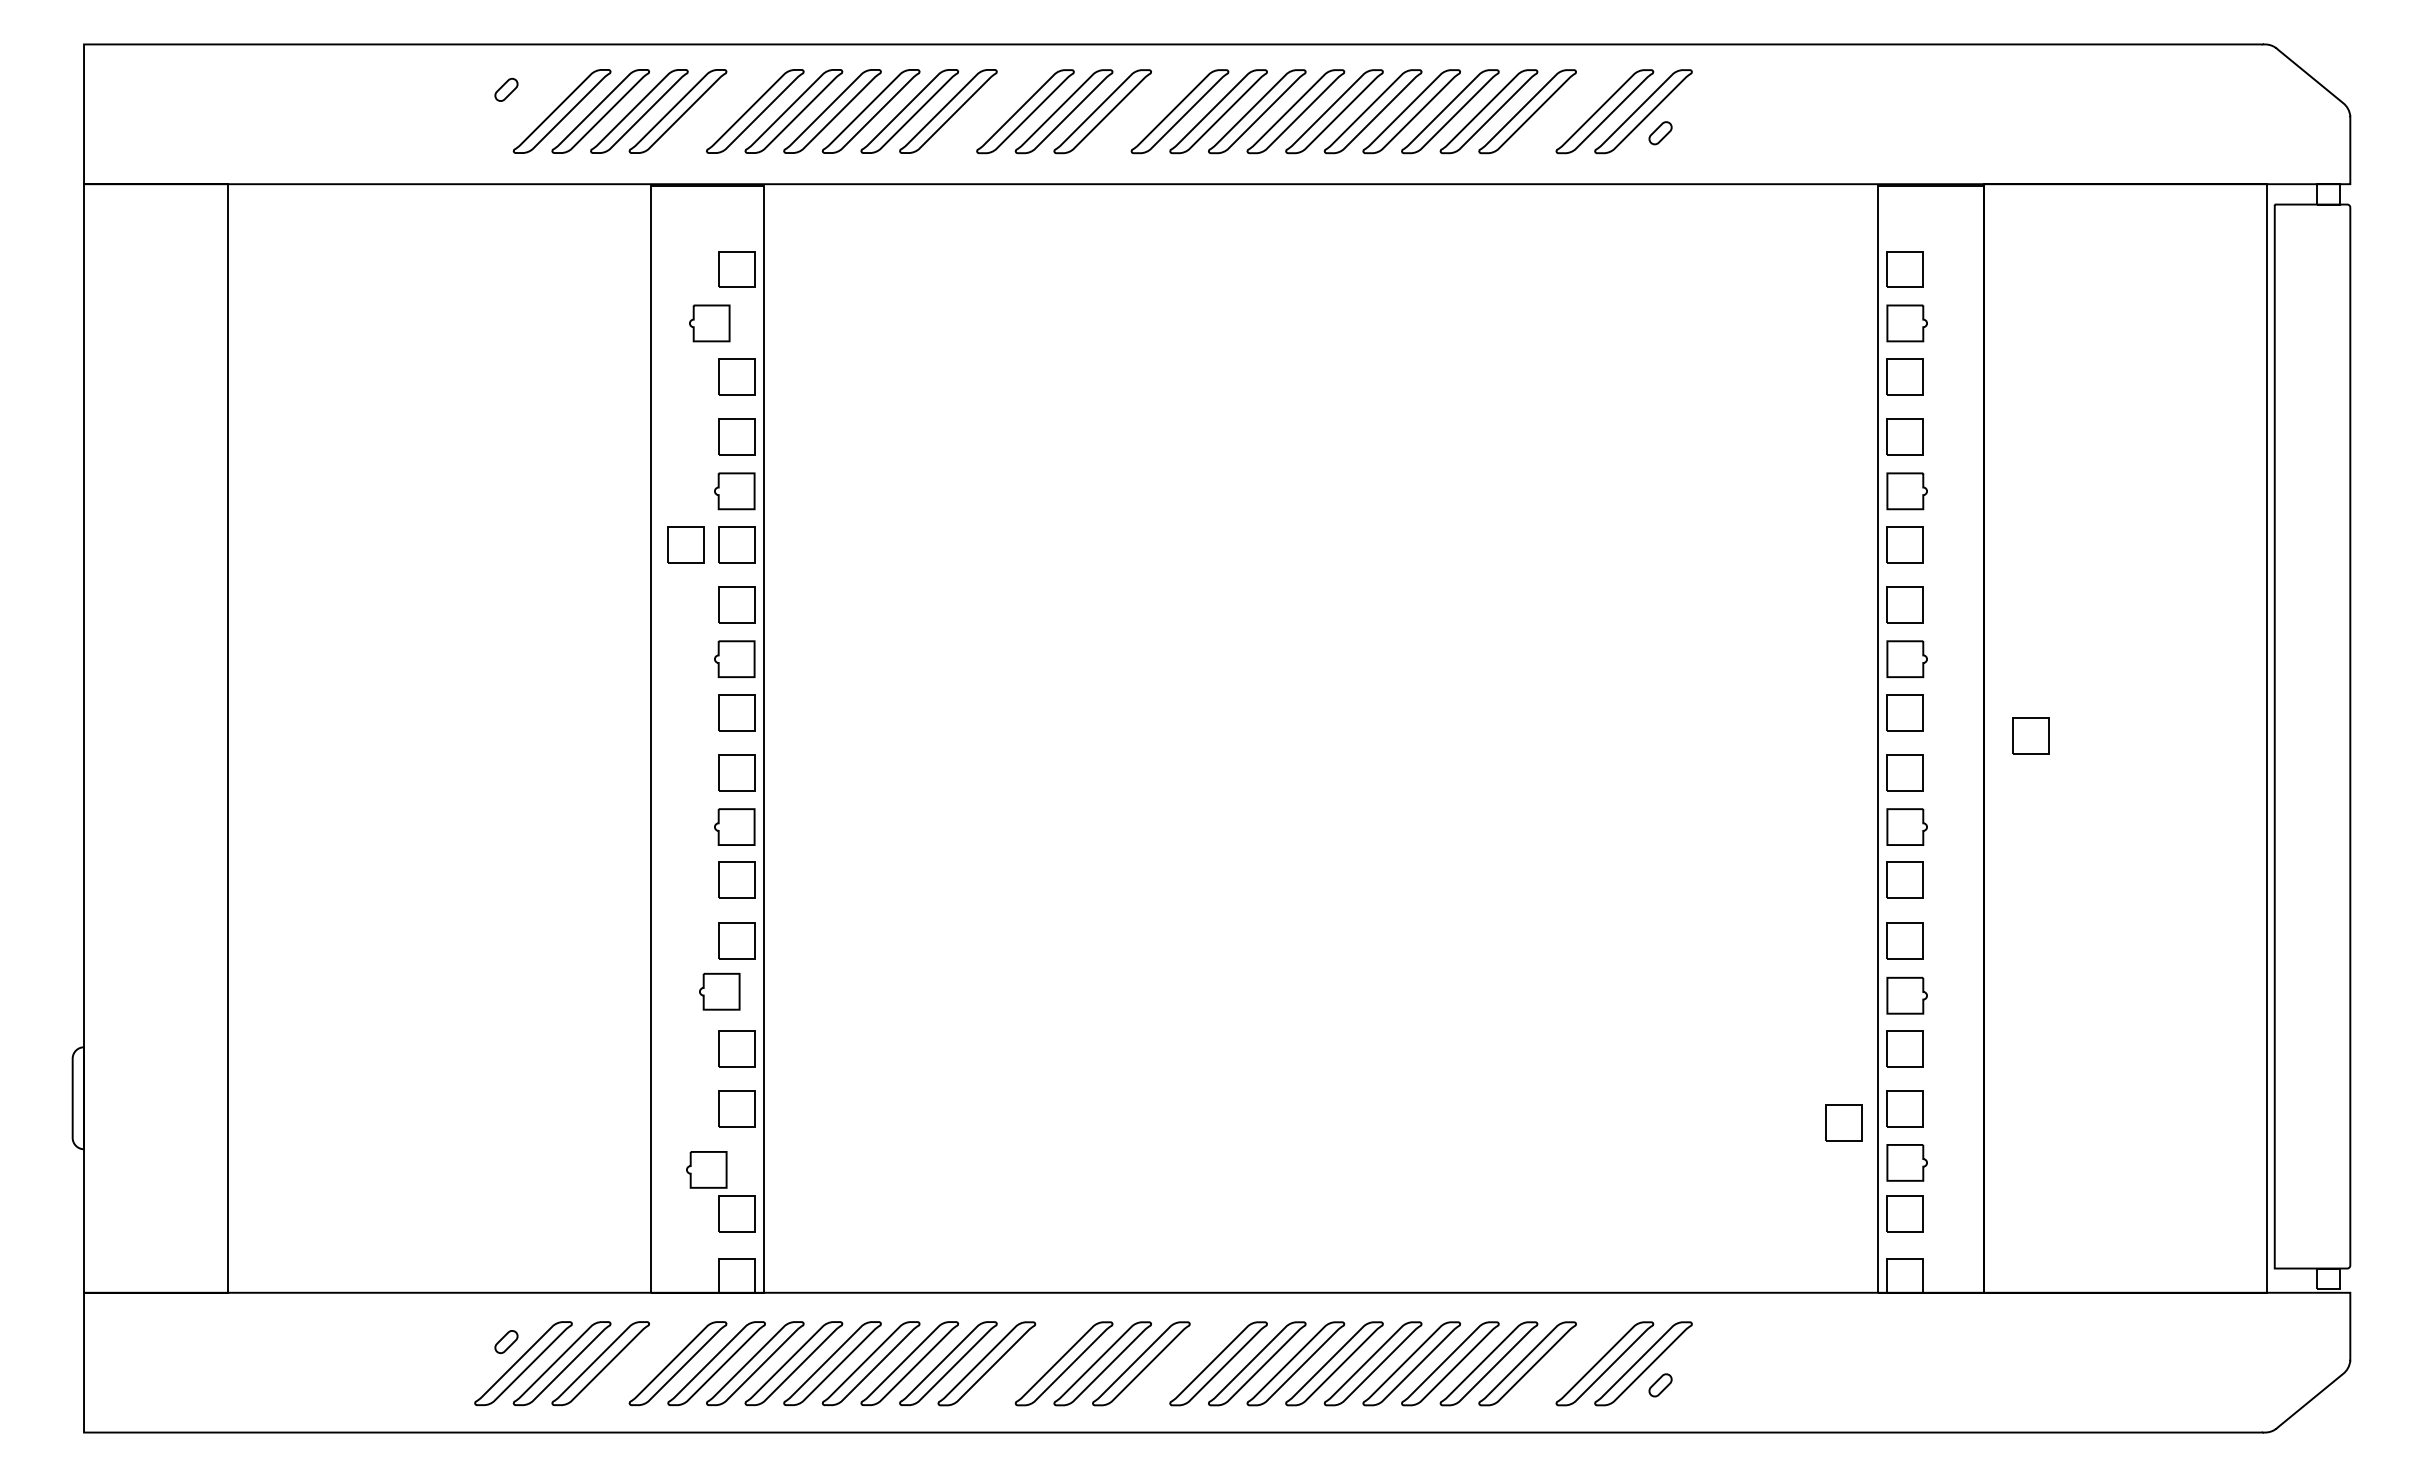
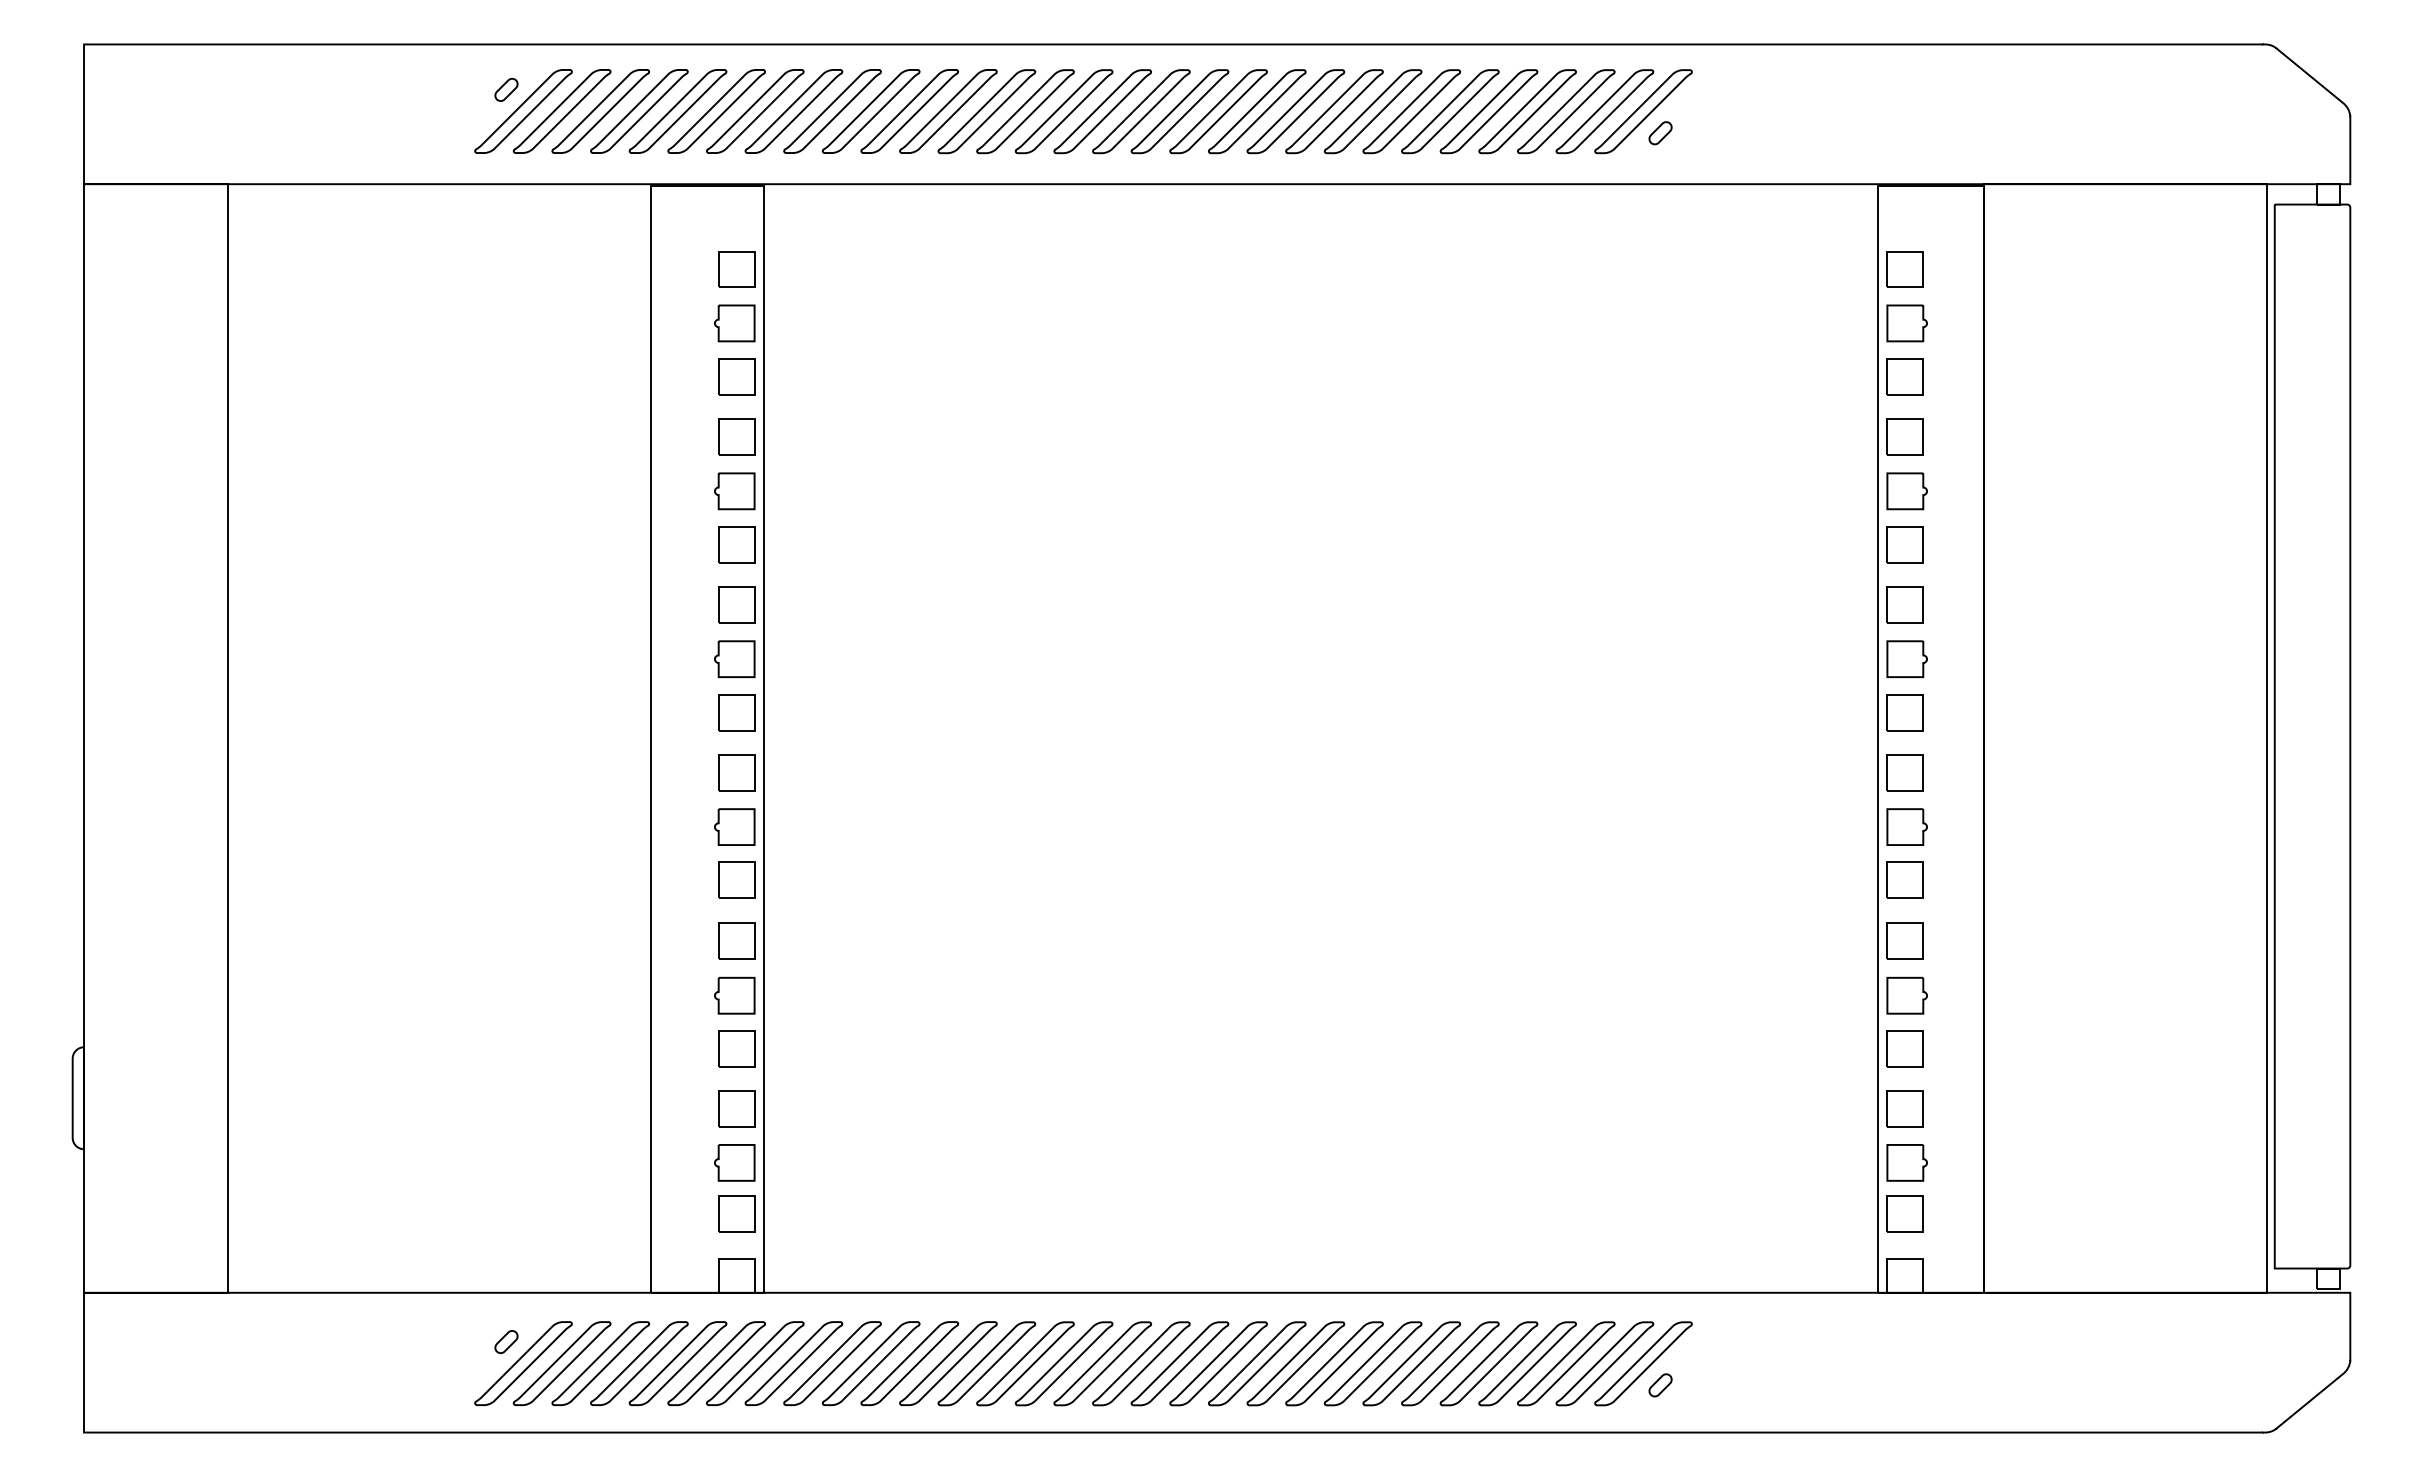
part at (523, 111): none -> present
part at (716, 111): none -> present
part at (986, 111): none -> present
part at (1141, 111): none -> present
part at (1566, 111): none -> present
part at (709, 323) position: (709, 323) -> (734, 323)
part at (685, 544): present -> none
part at (2030, 735): present -> none
part at (719, 991) position: (719, 991) -> (734, 995)
part at (1843, 1122): present -> none
part at (706, 1169) position: (706, 1169) -> (734, 1162)
part at (639, 1363): none -> present
part at (1025, 1363): none -> present
part at (1179, 1363): none -> present
part at (1566, 1363): none -> present
